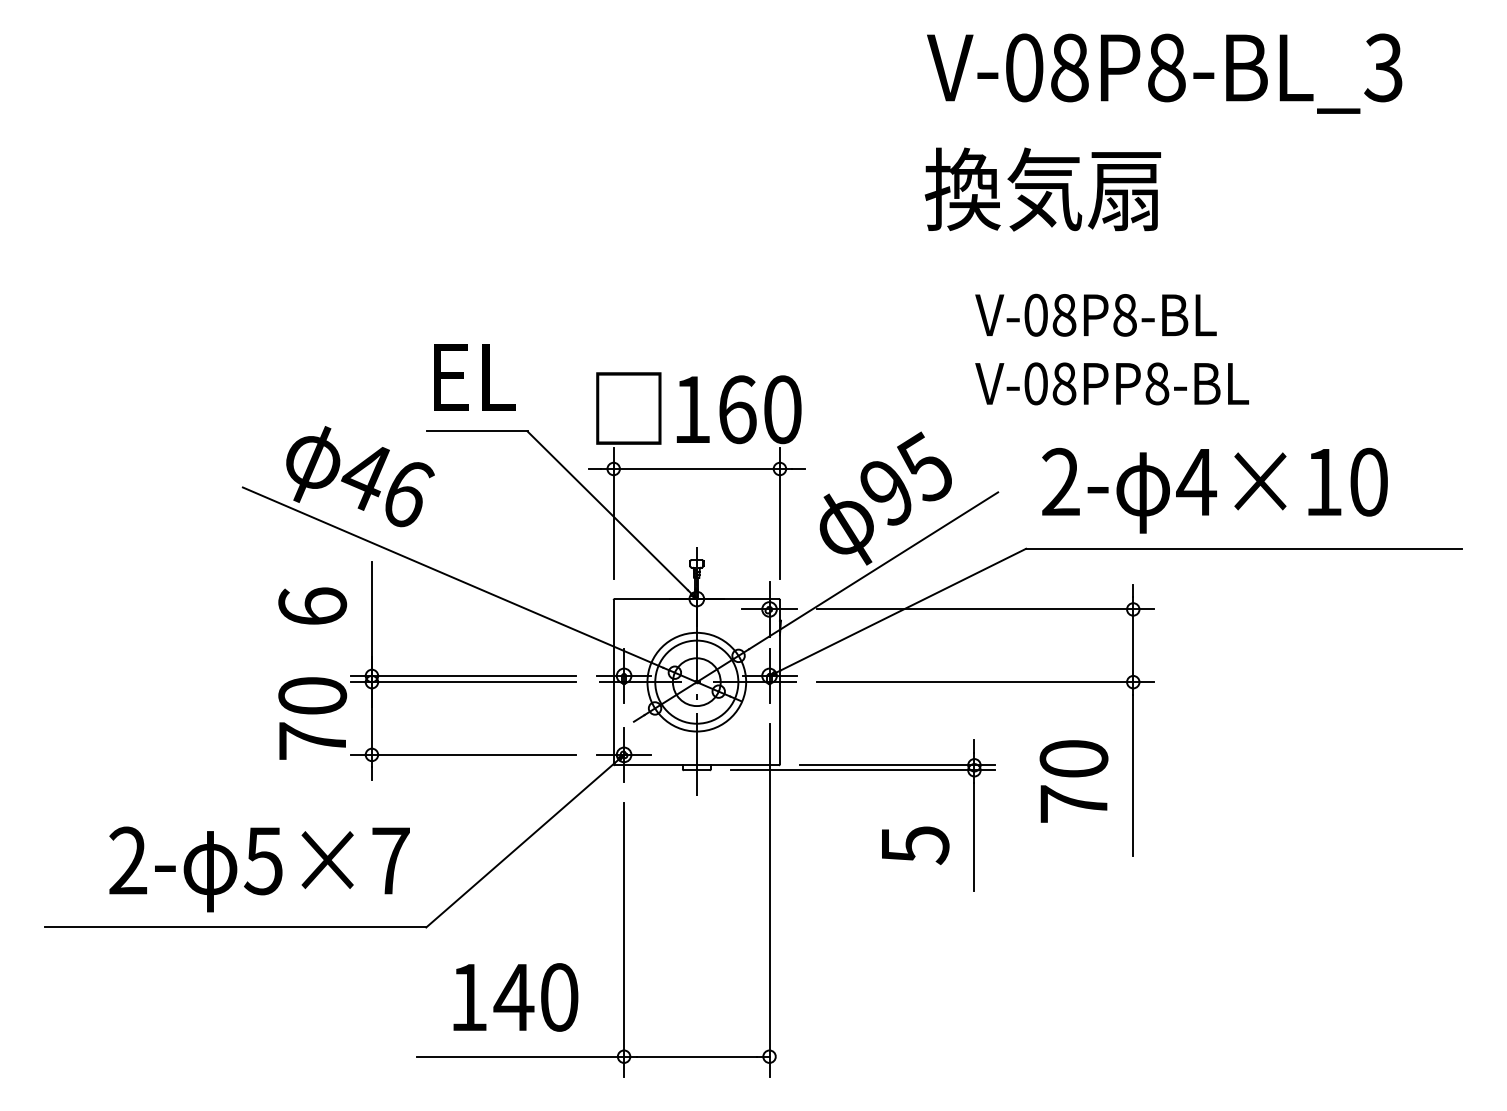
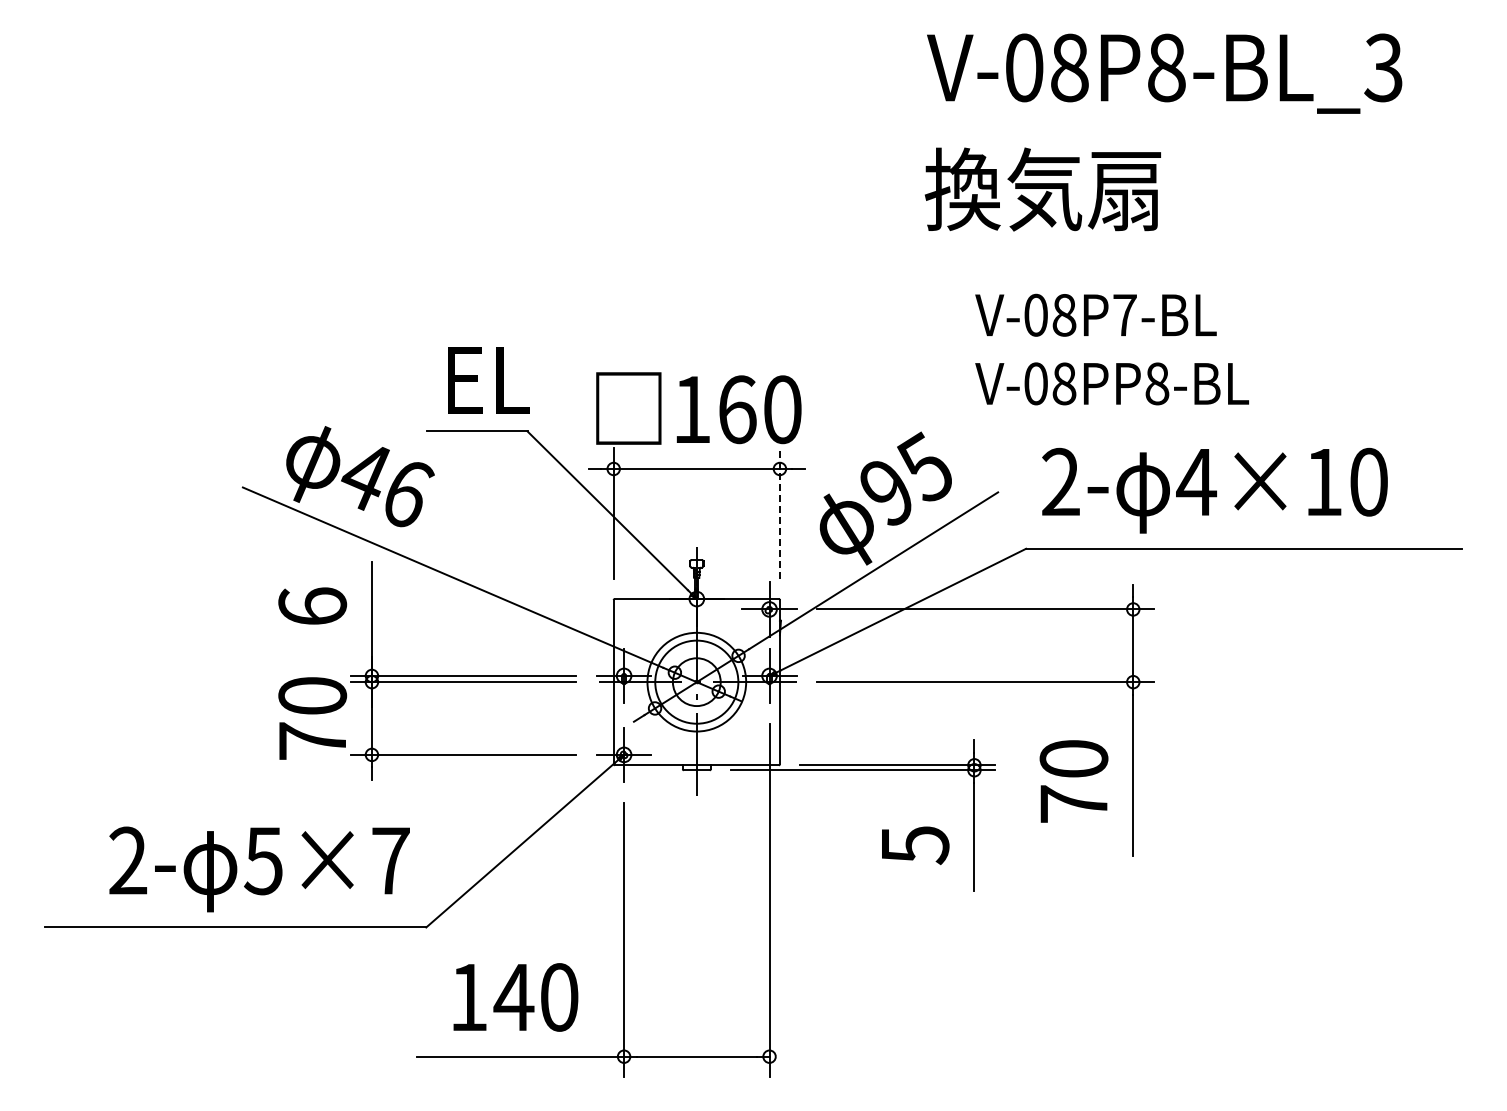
text at (1124, 315): V-08P8-BL -> V-08P7-BL
text at (474, 377) position: (474, 377) -> (488, 380)
line at (779, 513): solid -> dashed
